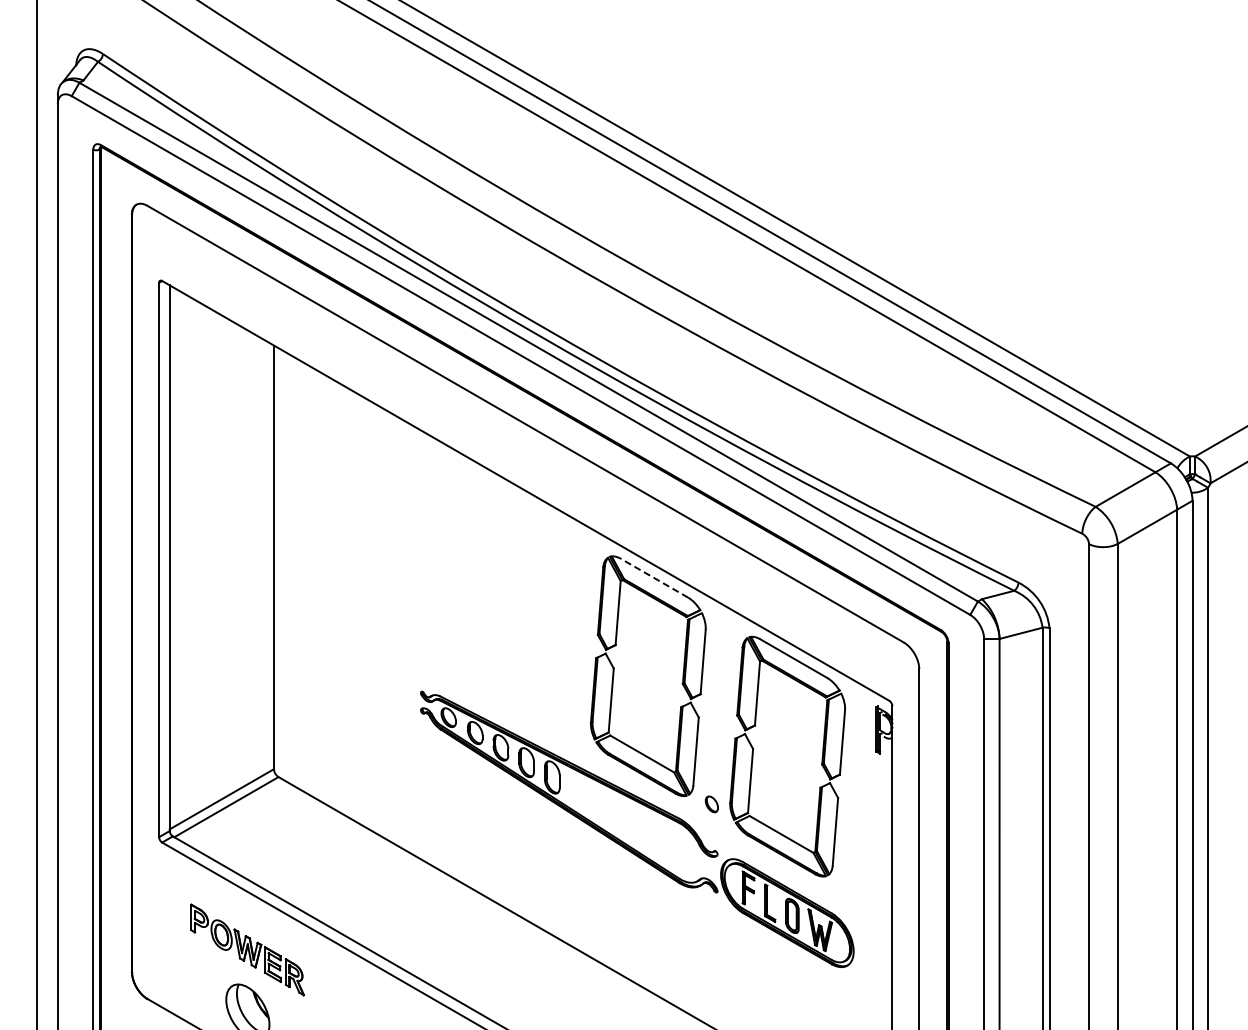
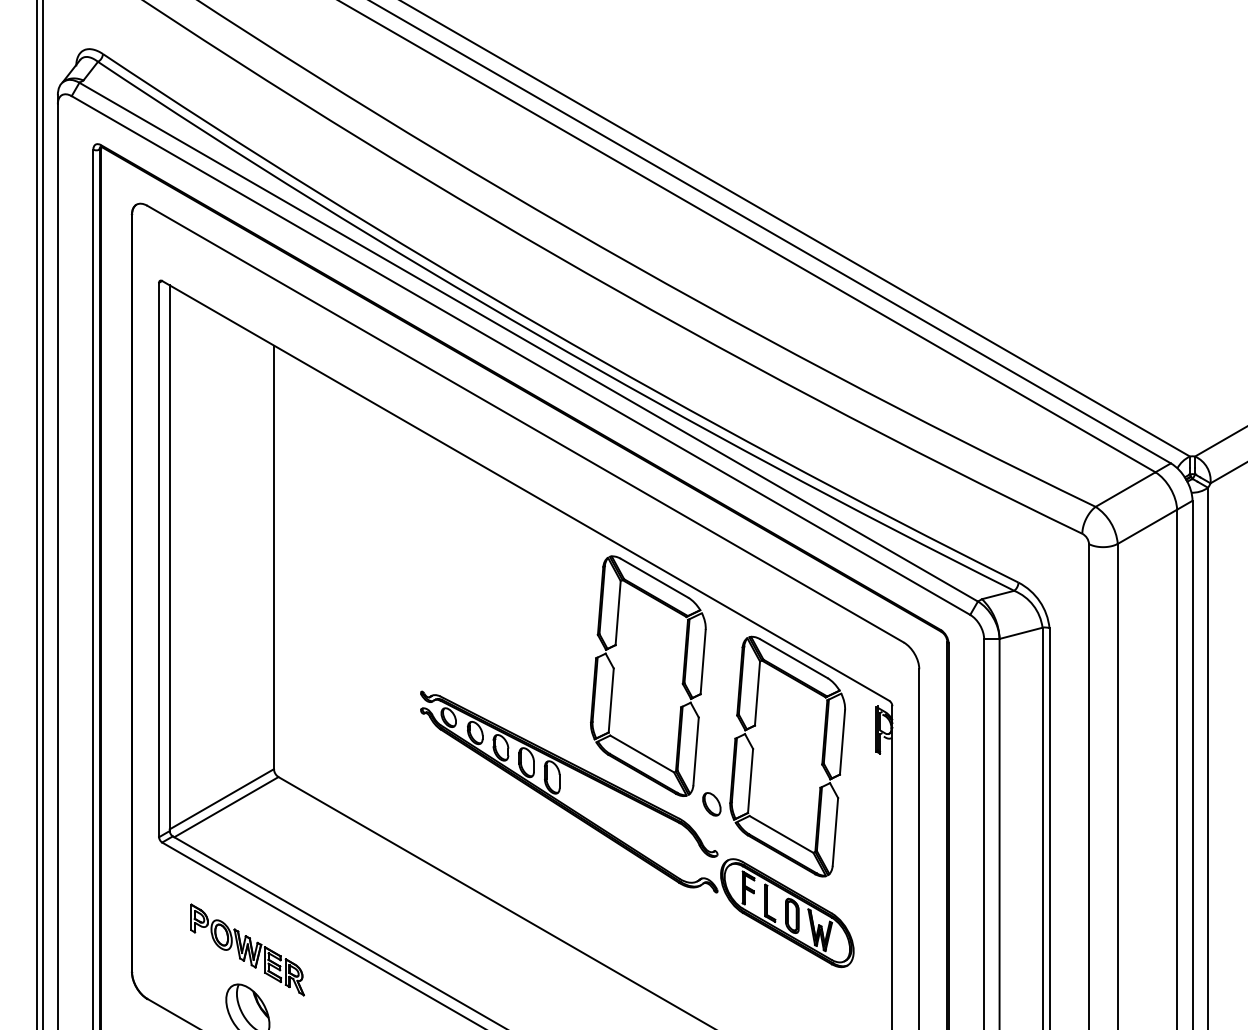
line at (42, 514): none -> present
line at (654, 578): dashed -> solid
part at (711, 804) size: 15x19 px -> 20x25 px
